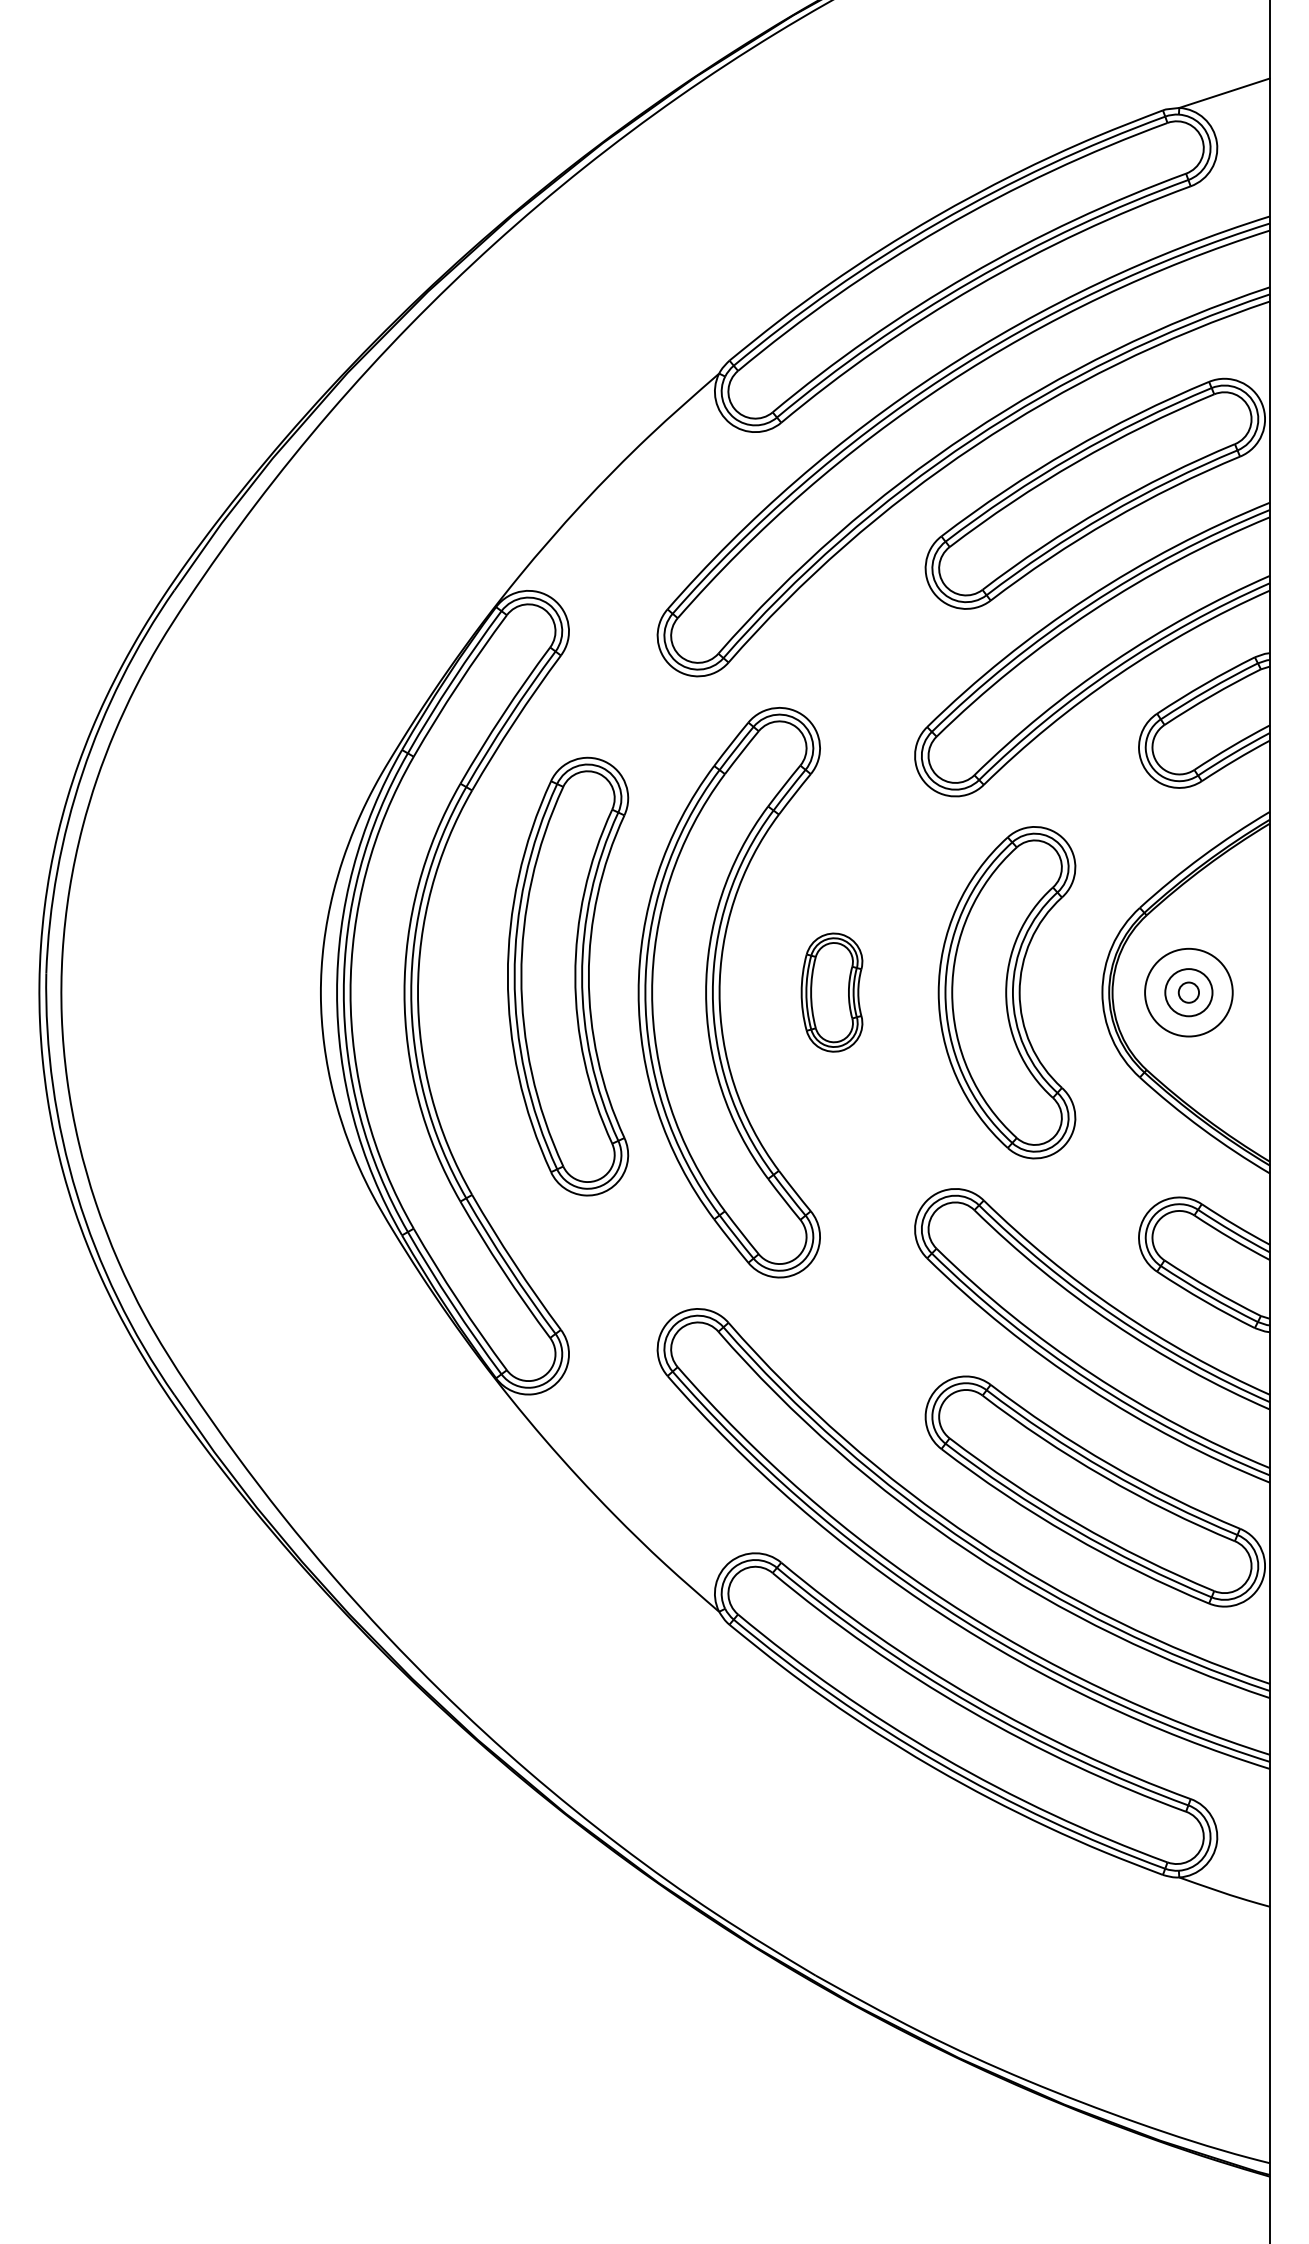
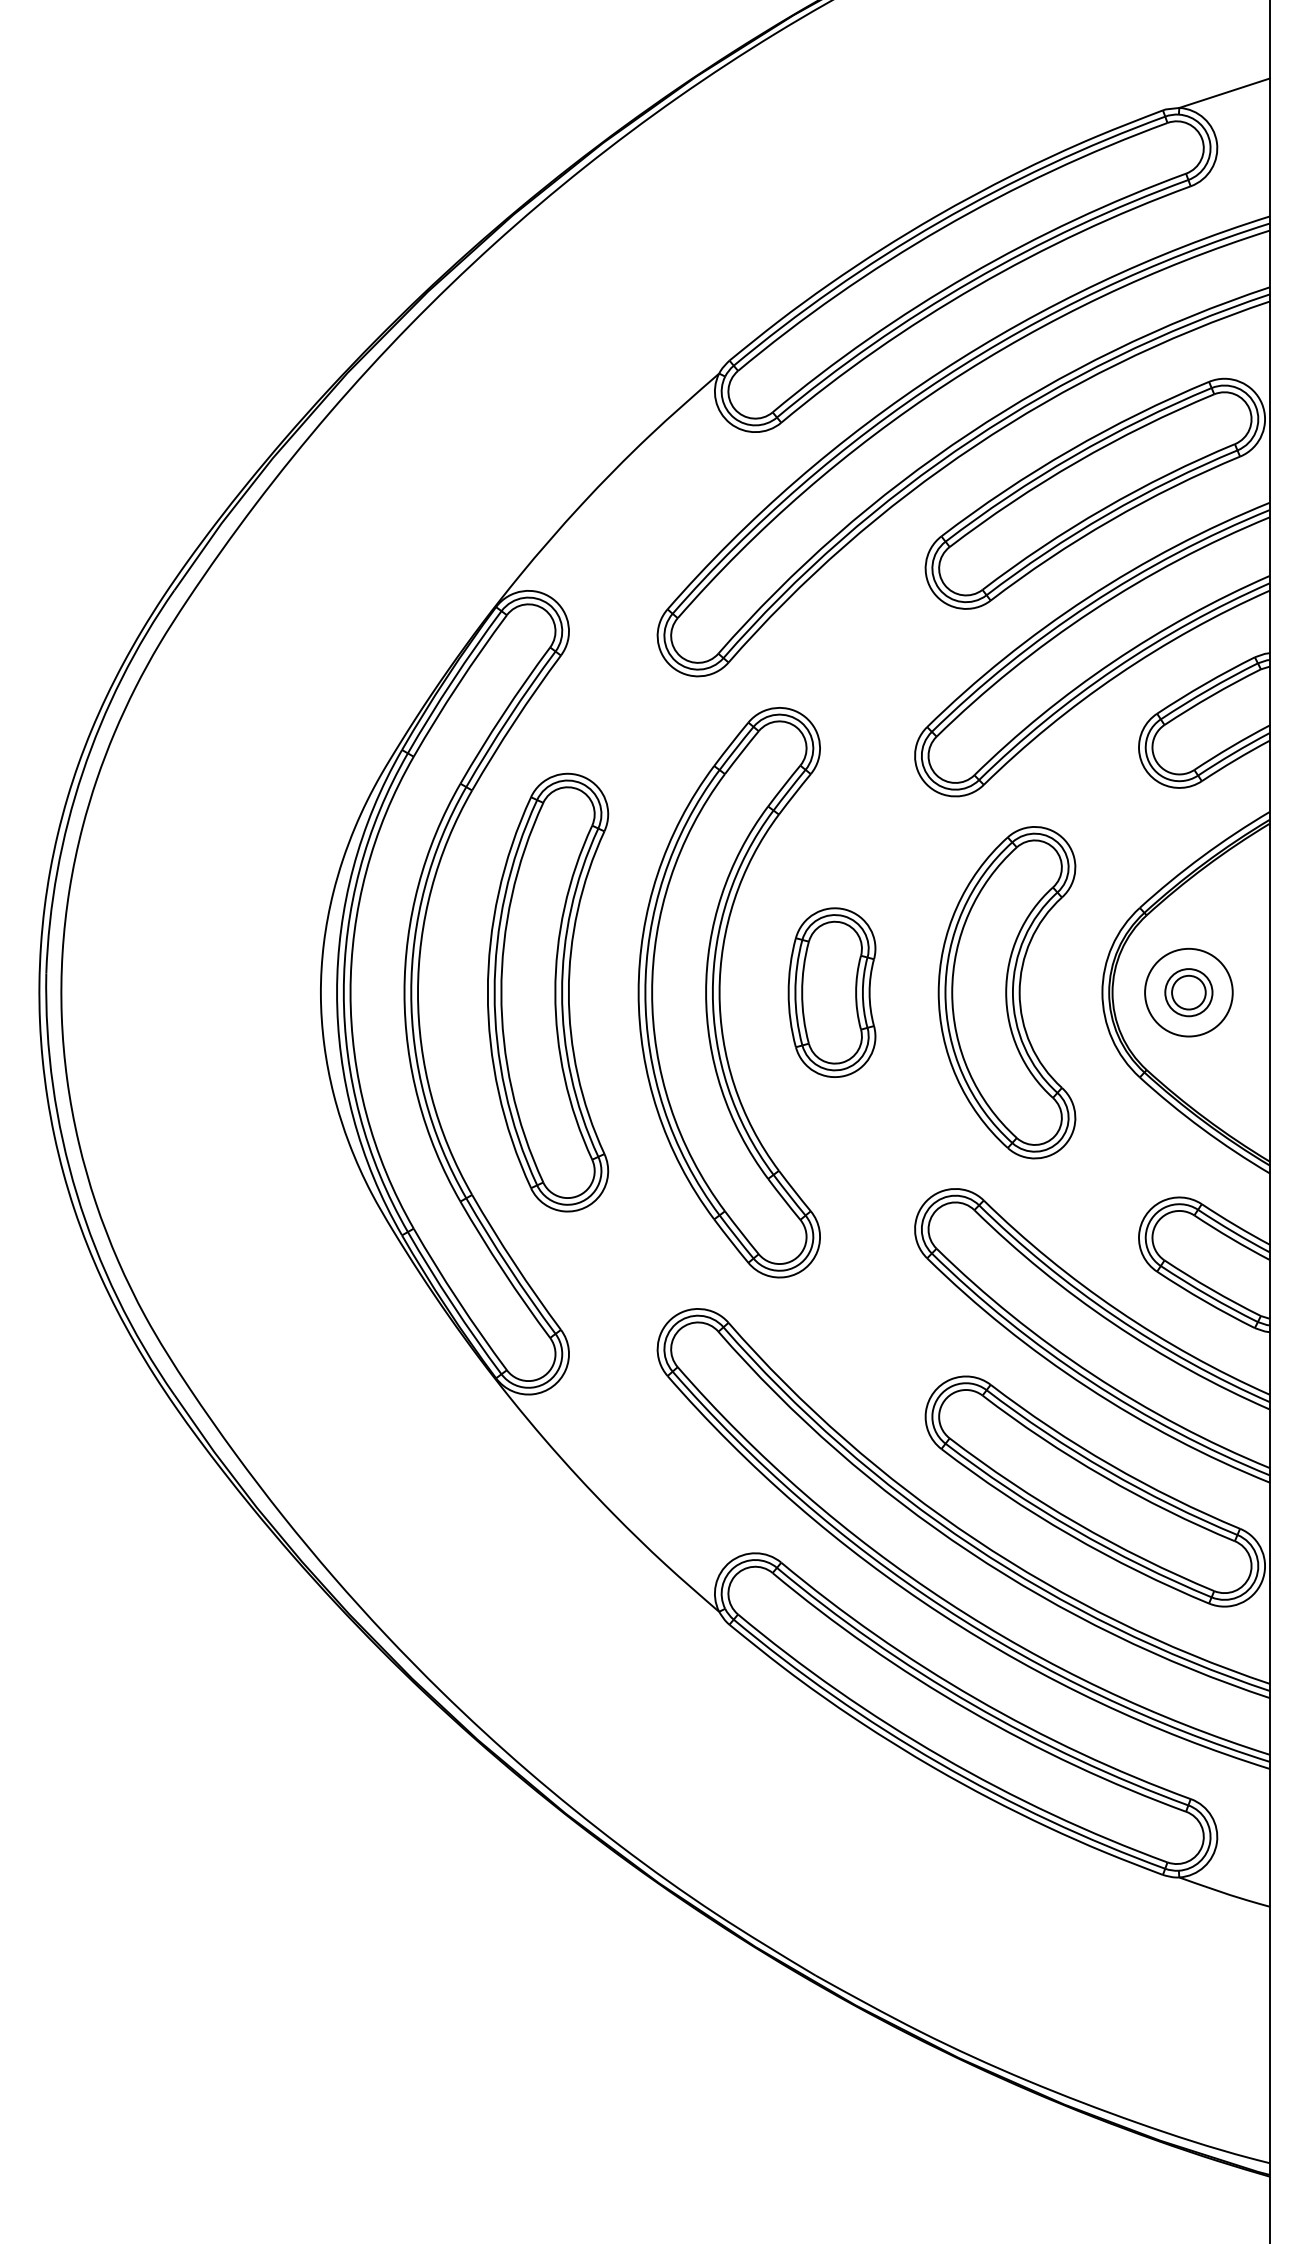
part at (568, 976) position: (568, 976) -> (548, 992)
part at (831, 992) size: 64x121 px -> 90x171 px
circle at (1188, 992) diameter: 20 px -> 34 px
